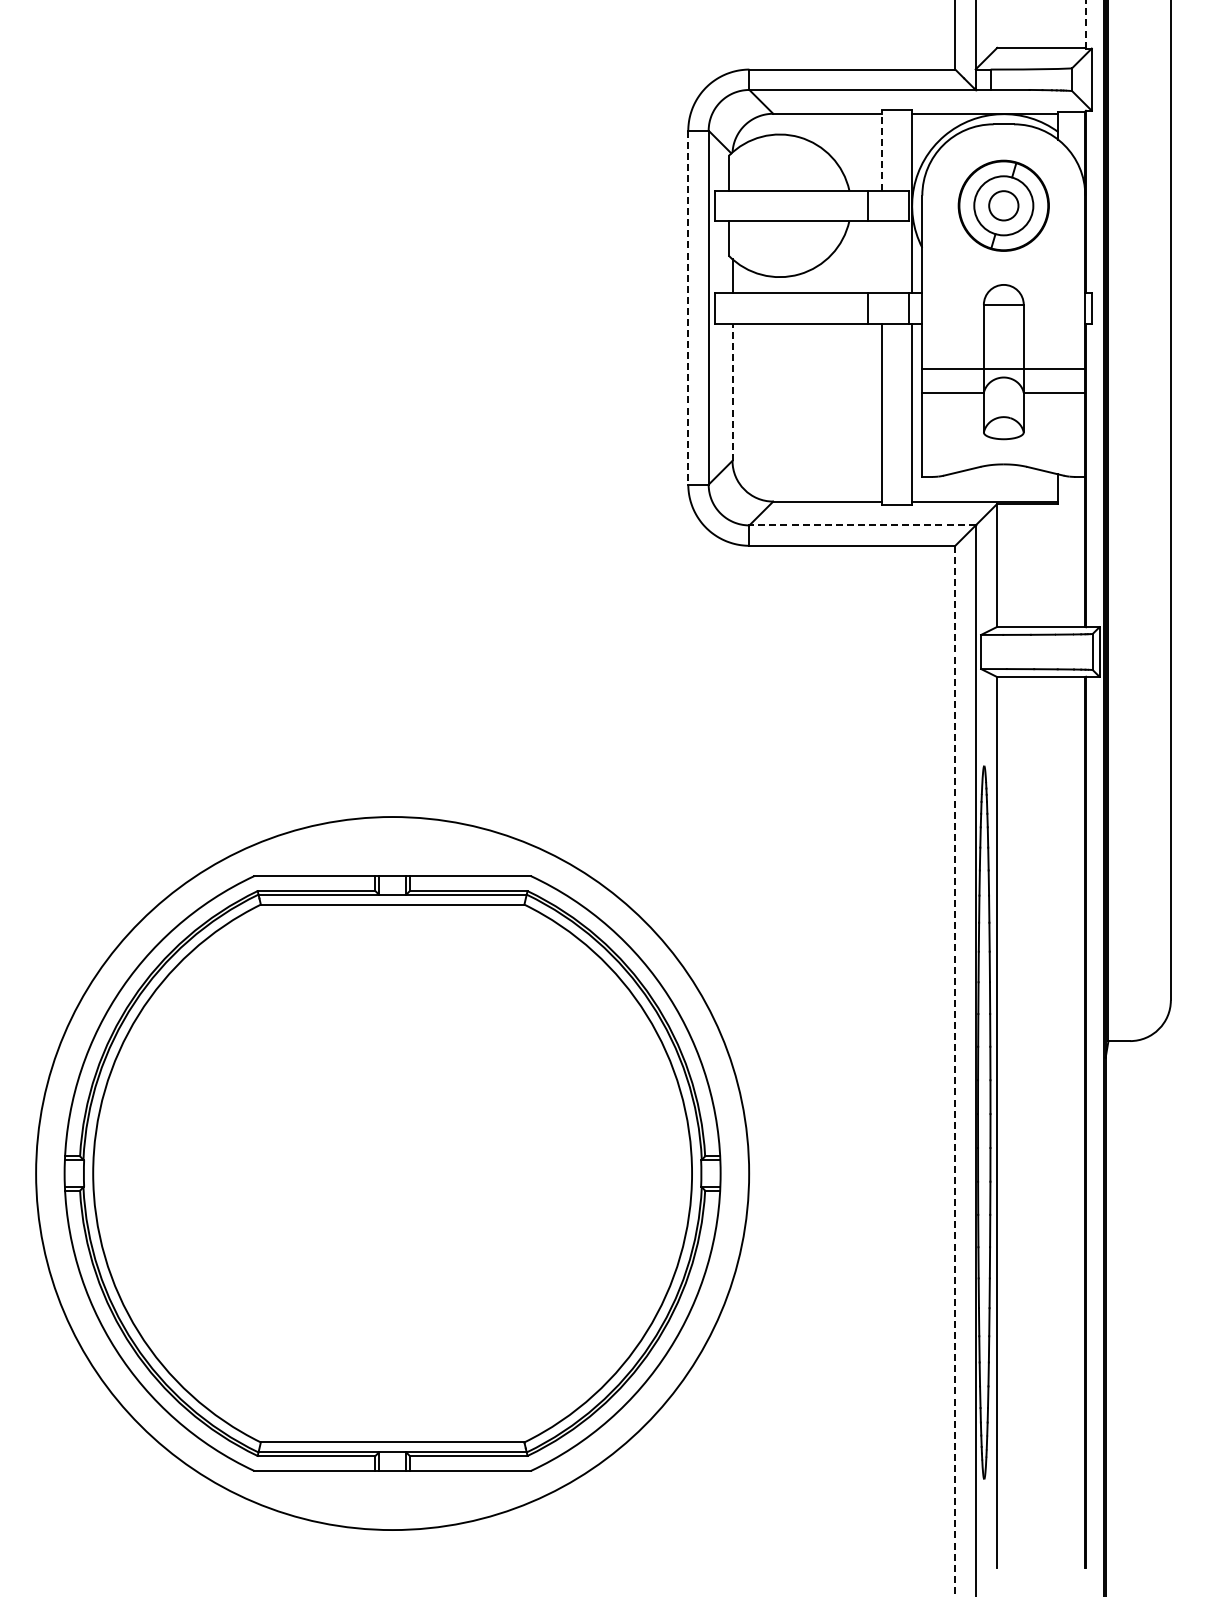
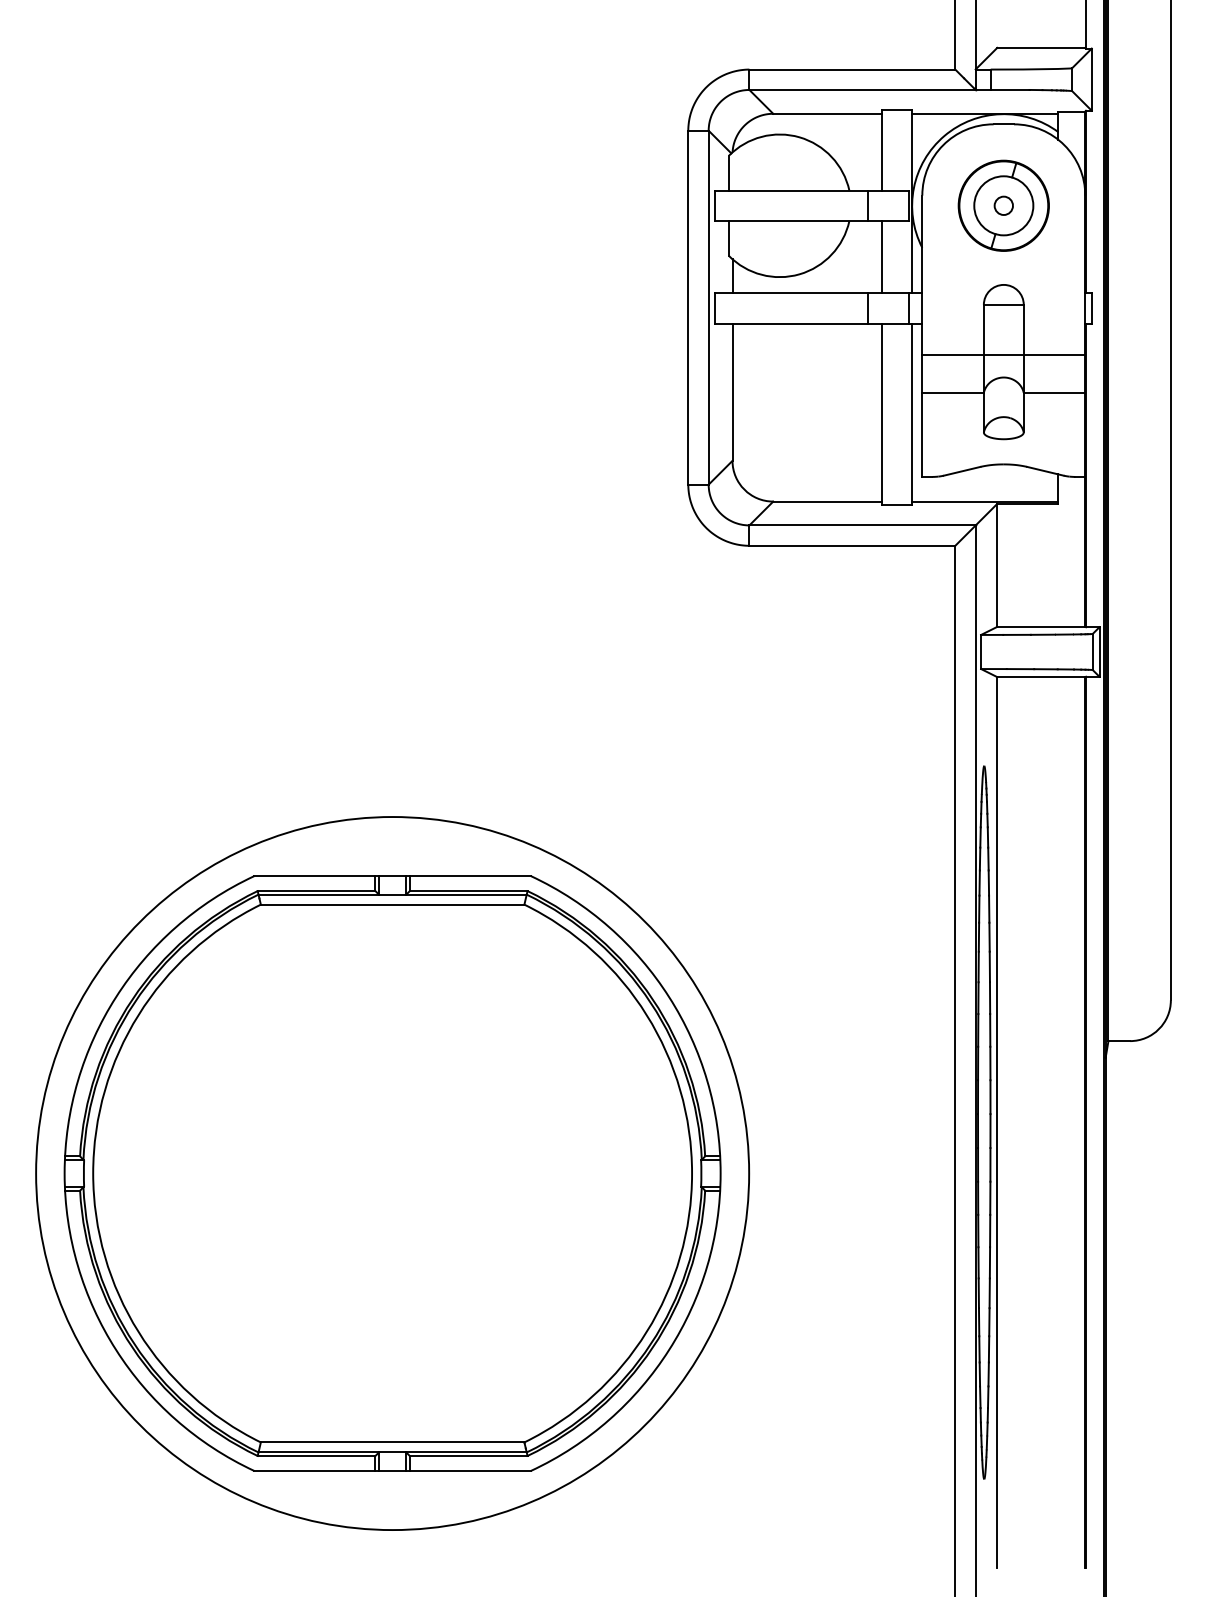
line at (1086, 24): dashed -> solid
line at (881, 149): dashed -> solid
circle at (1003, 205) diameter: 29 px -> 18 px
line at (881, 257): none -> present
line at (688, 307): dashed -> solid
line at (1003, 368) position: (1003, 368) -> (1003, 354)
line at (732, 391): dashed -> solid
line at (862, 525): dashed -> solid
line at (955, 1071): dashed -> solid
